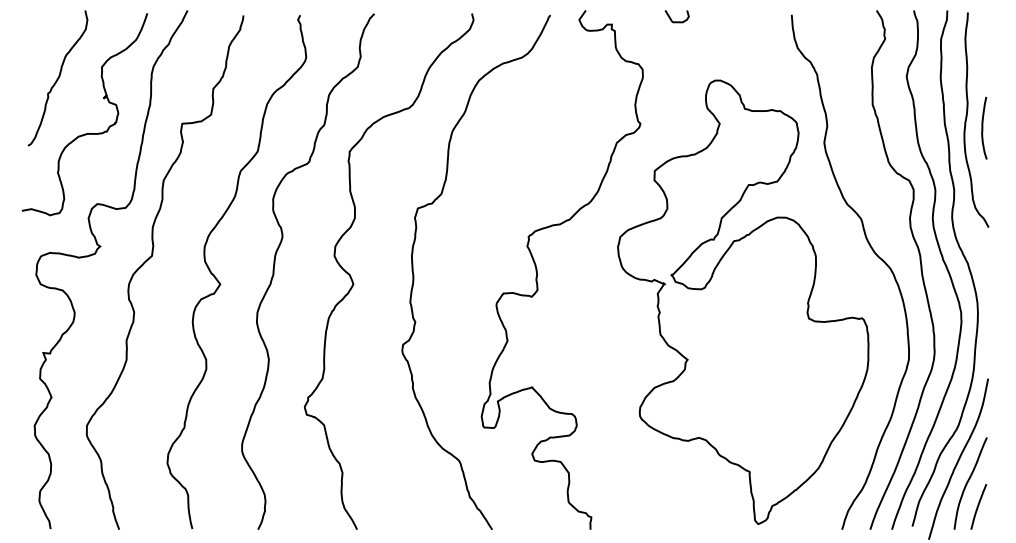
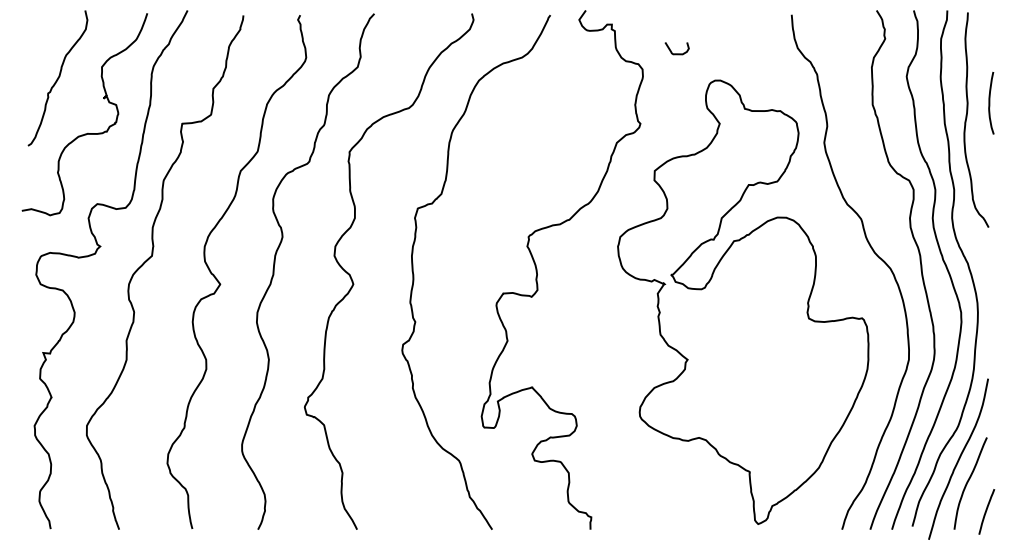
curve at (676, 21) position: (676, 21) -> (676, 53)
curve at (983, 127) position: (983, 127) -> (990, 102)
line at (978, 506) position: (978, 506) -> (986, 511)
